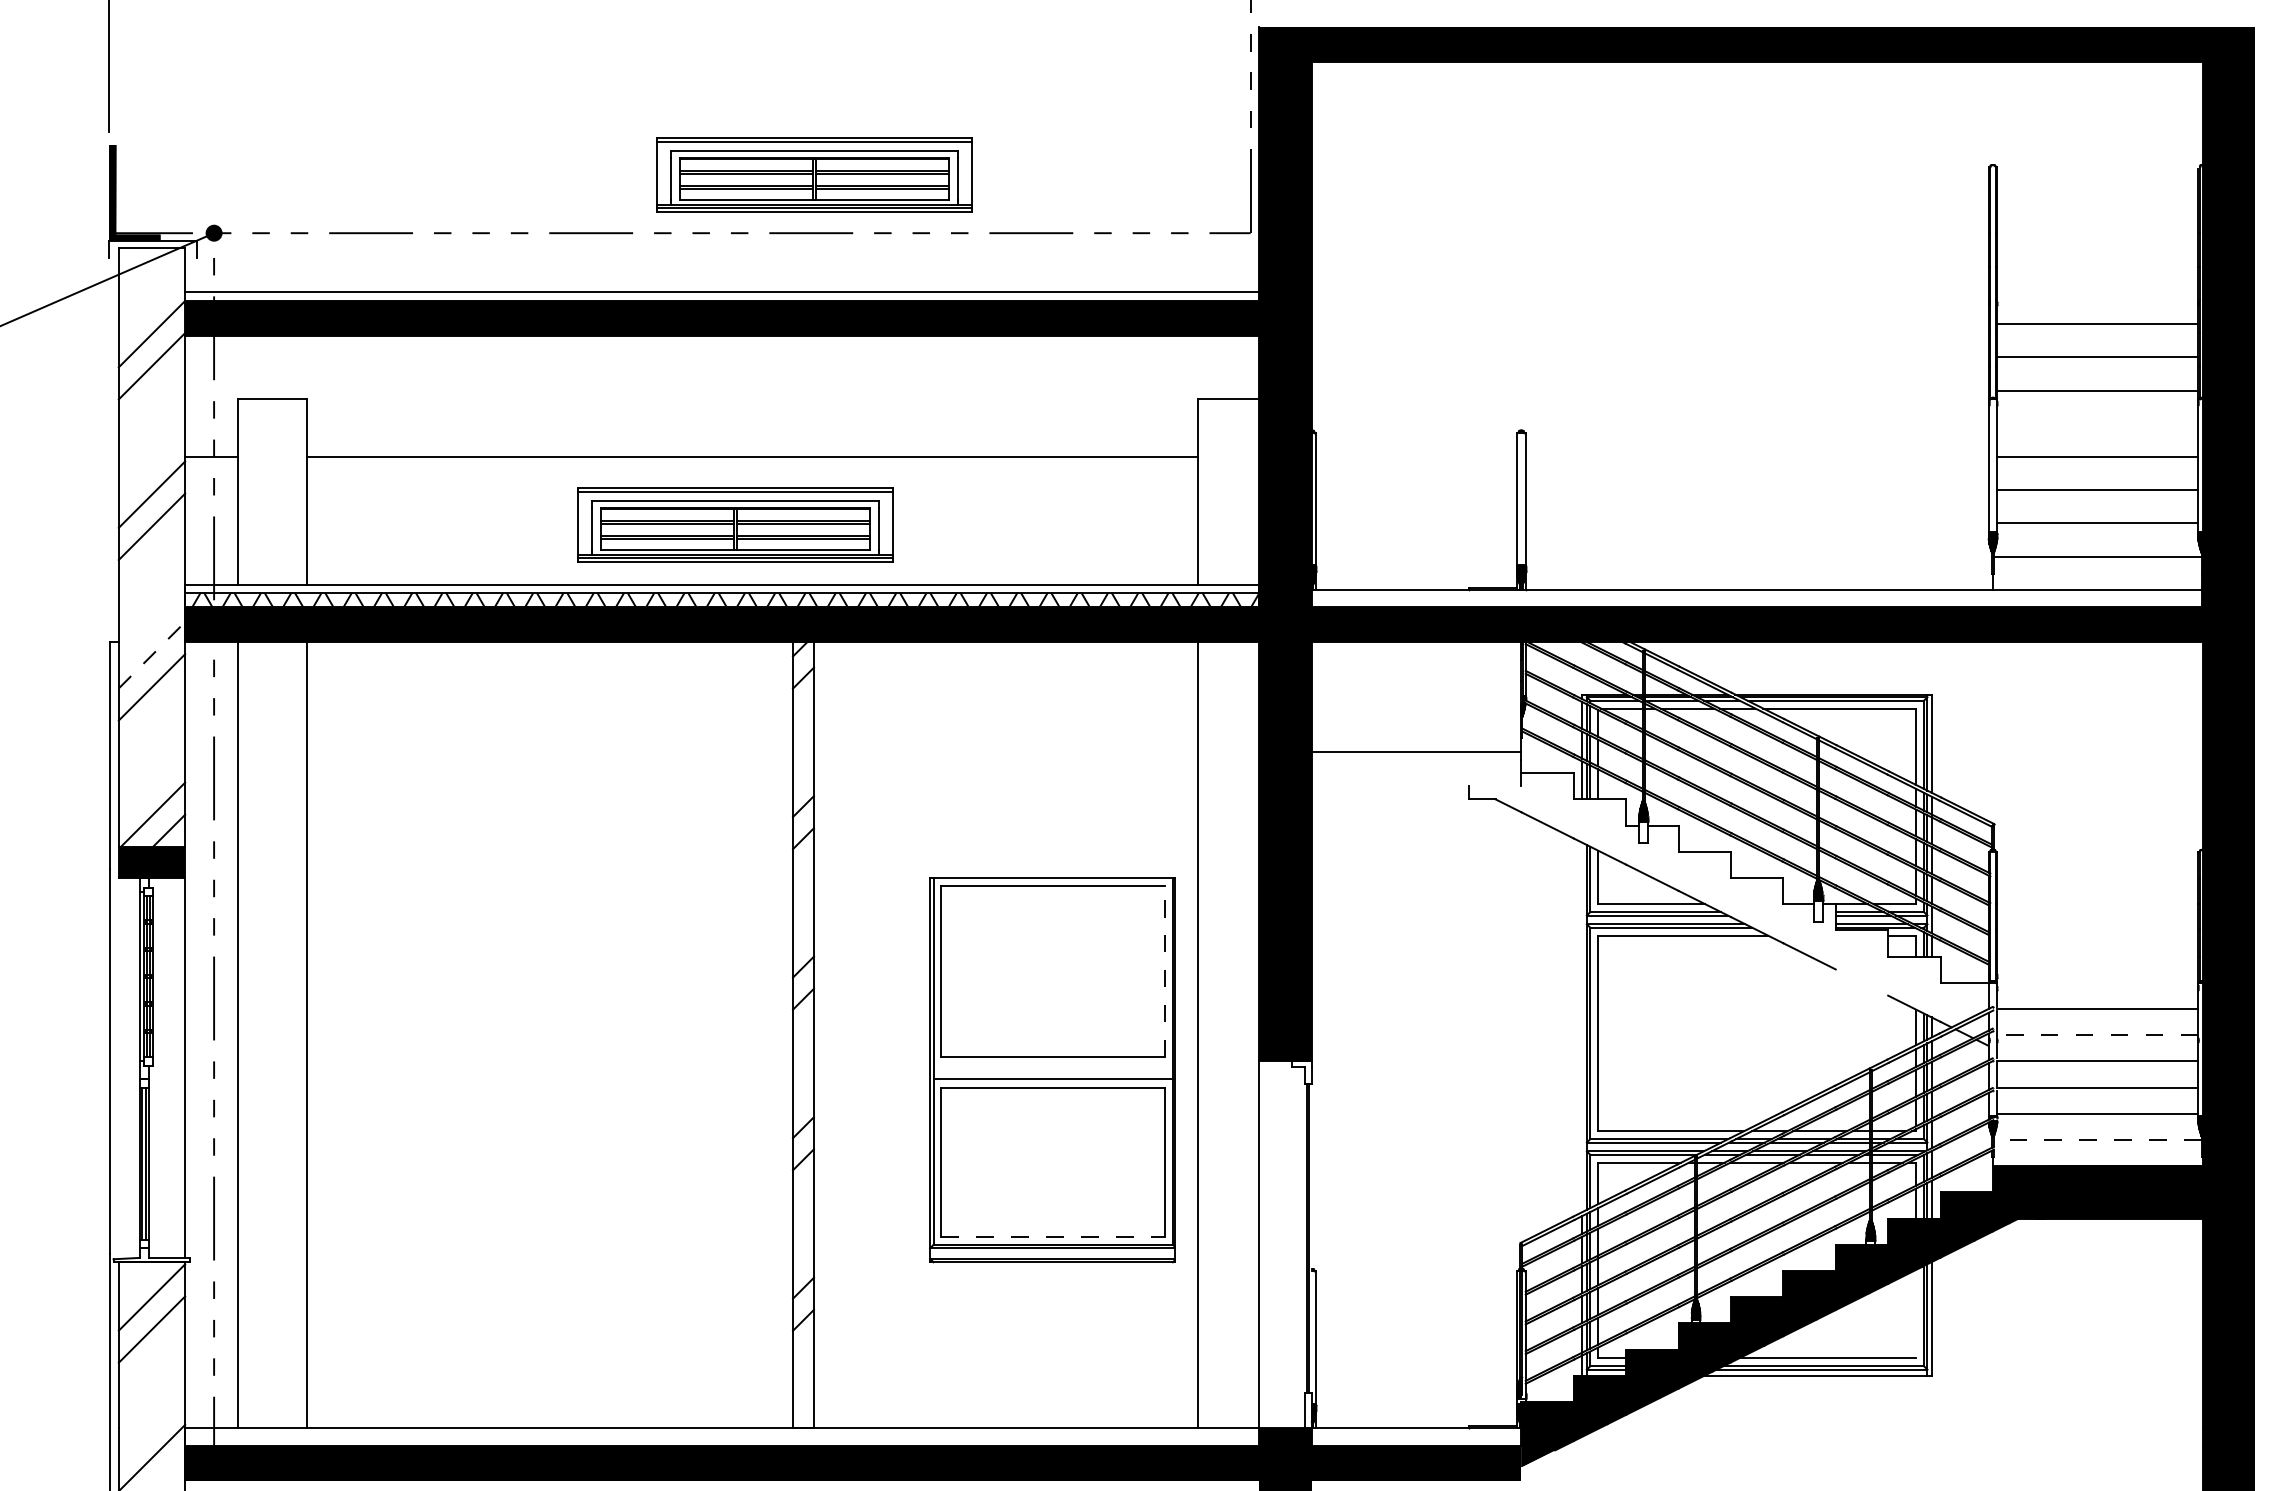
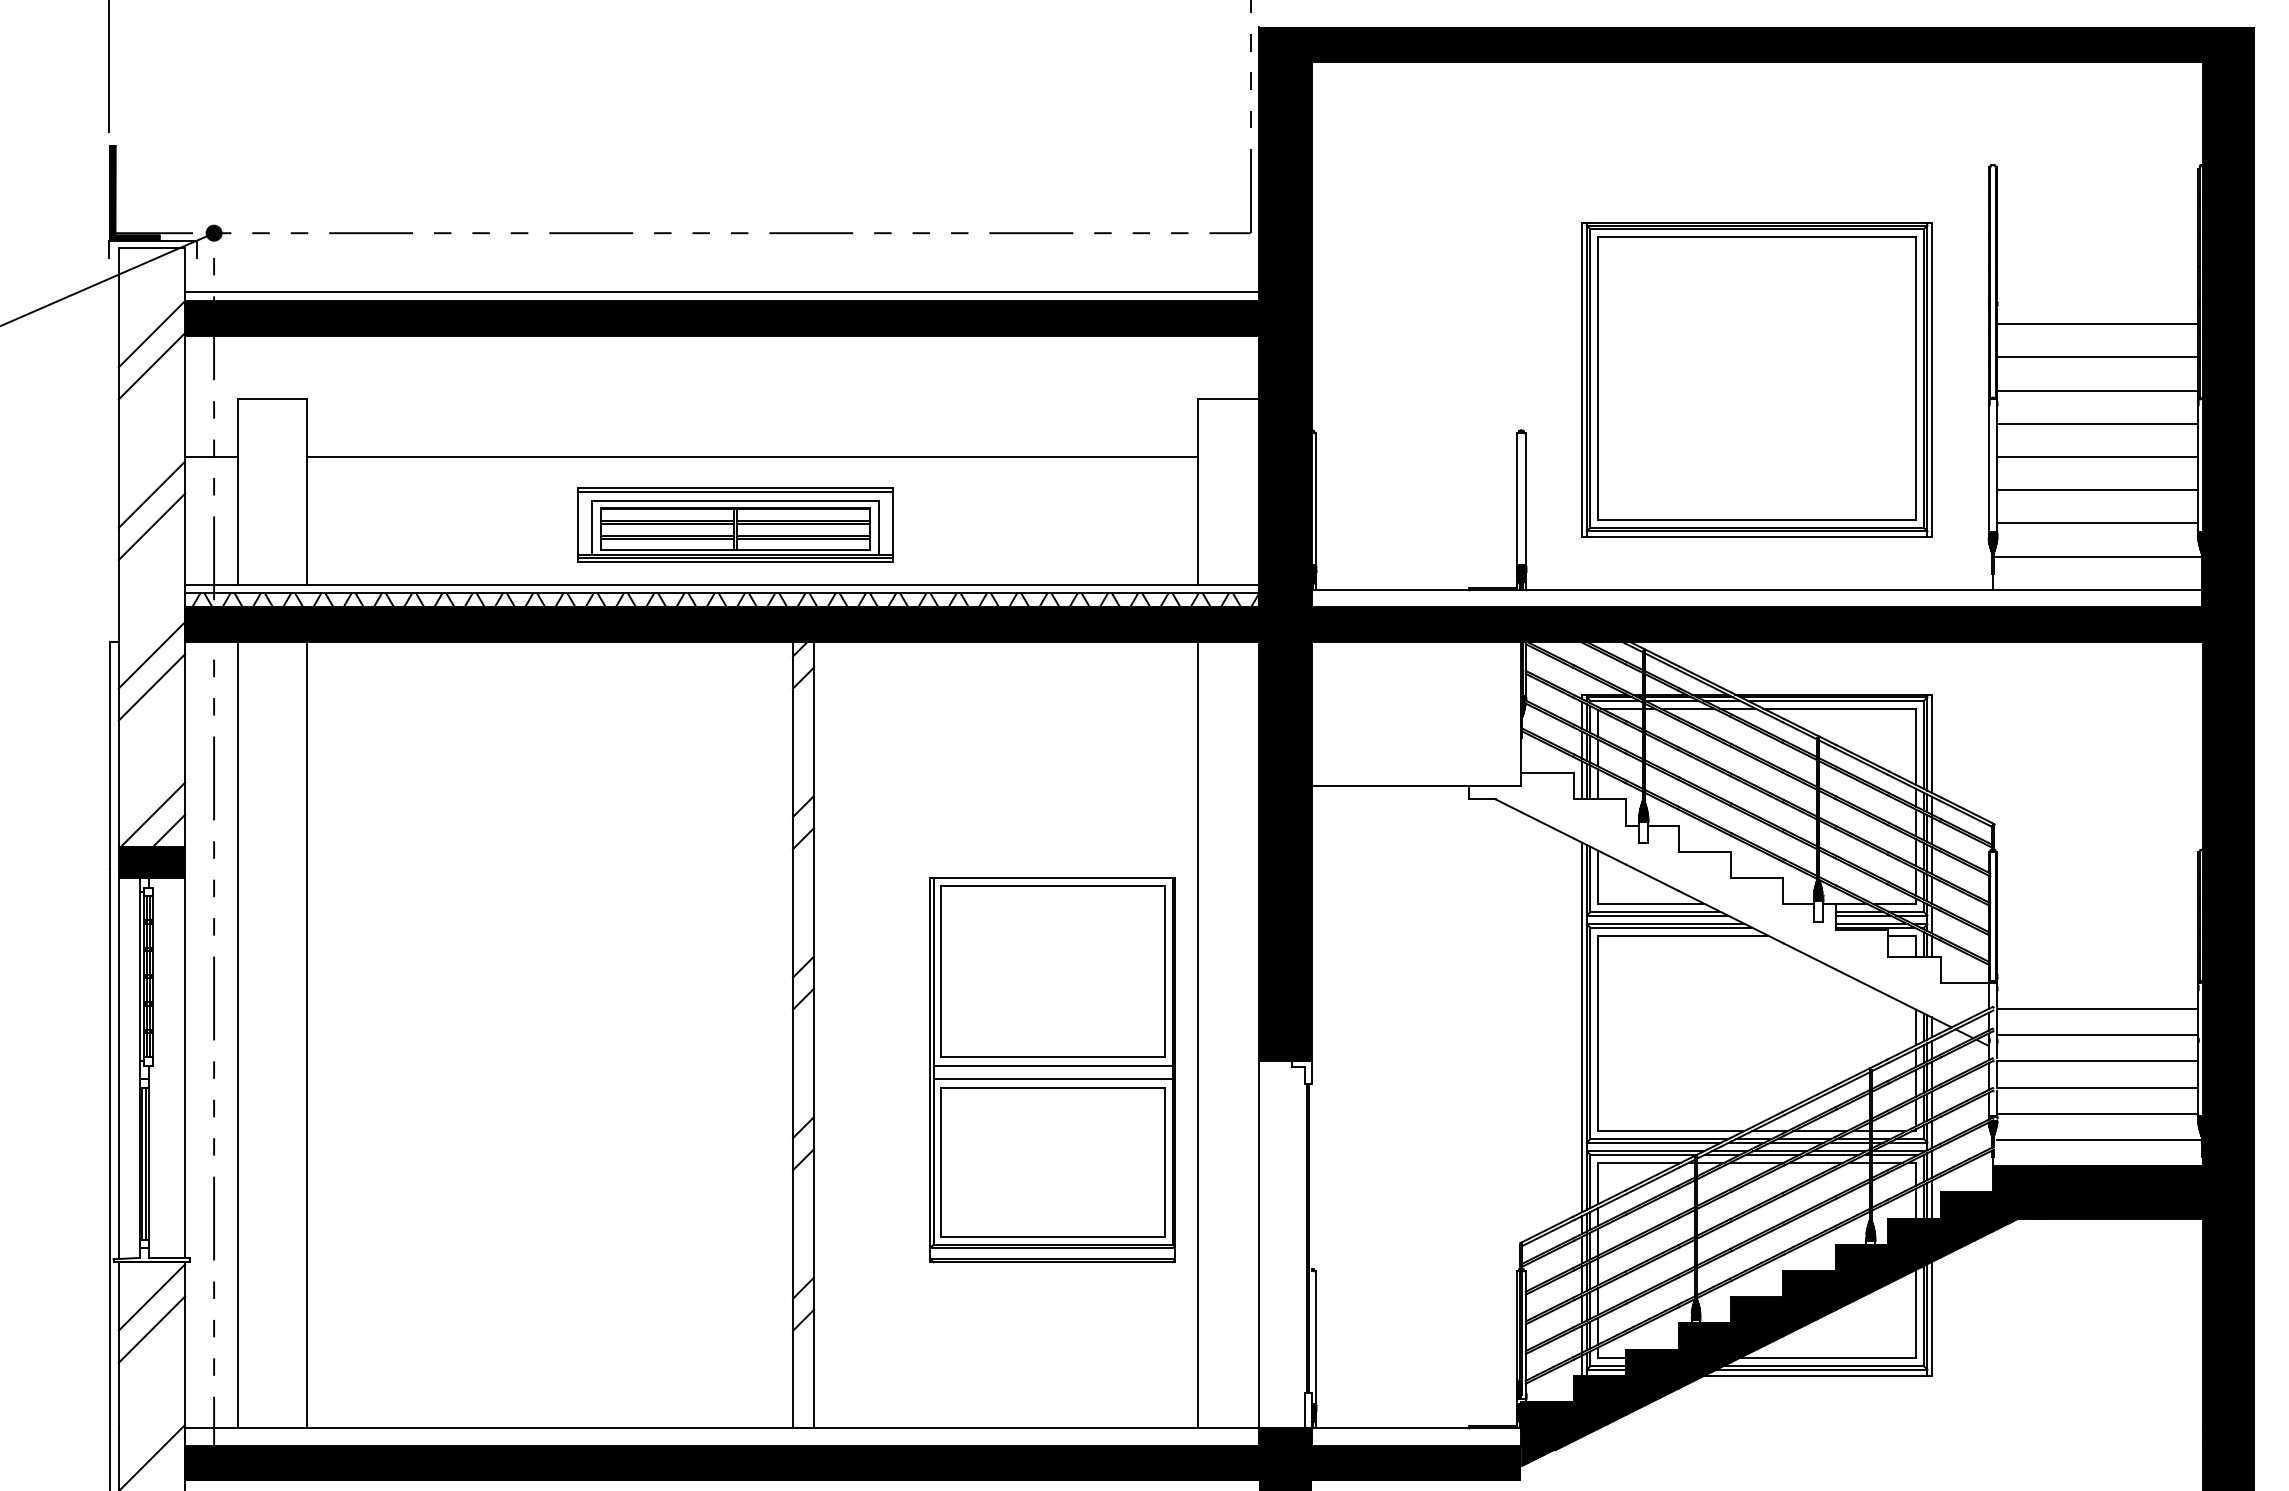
part at (814, 174): present -> none
part at (1756, 379): none -> present
line at (2097, 423): none -> present
line at (151, 655): dashed -> solid
line at (1416, 752) position: (1416, 752) -> (1416, 786)
line at (1165, 971): dashed -> solid
line at (1861, 982): none -> present
line at (1582, 1027): none -> present
line at (2097, 1035): dashed -> solid
line at (1052, 1066): none -> present
line at (118, 1068): none -> present
line at (2099, 1140): dashed -> solid
line at (1053, 1236): dashed -> solid
line at (1916, 1313): none -> present
